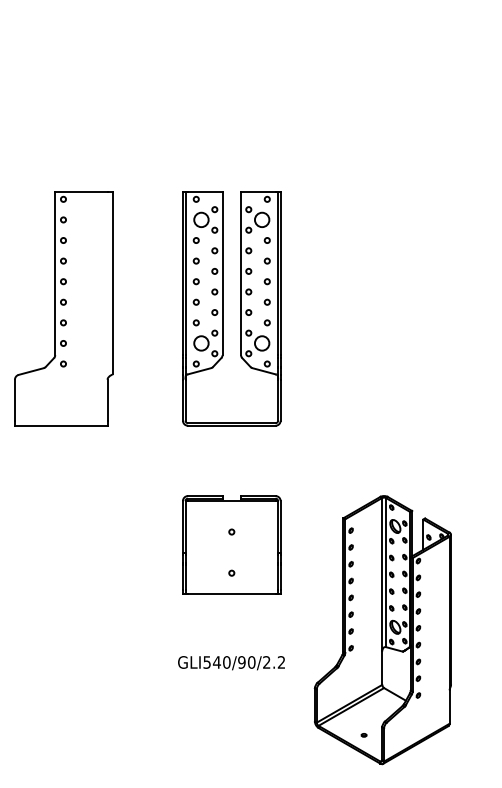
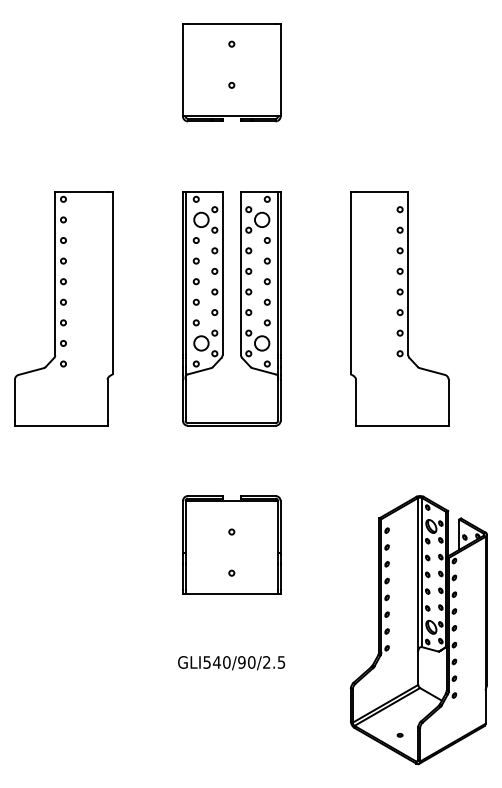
part at (231, 72): none -> present
part at (399, 308): none -> present
part at (382, 630) position: (382, 630) -> (418, 630)
text at (281, 662): GLI540/90/2.2 -> GLI540/90/2.5
